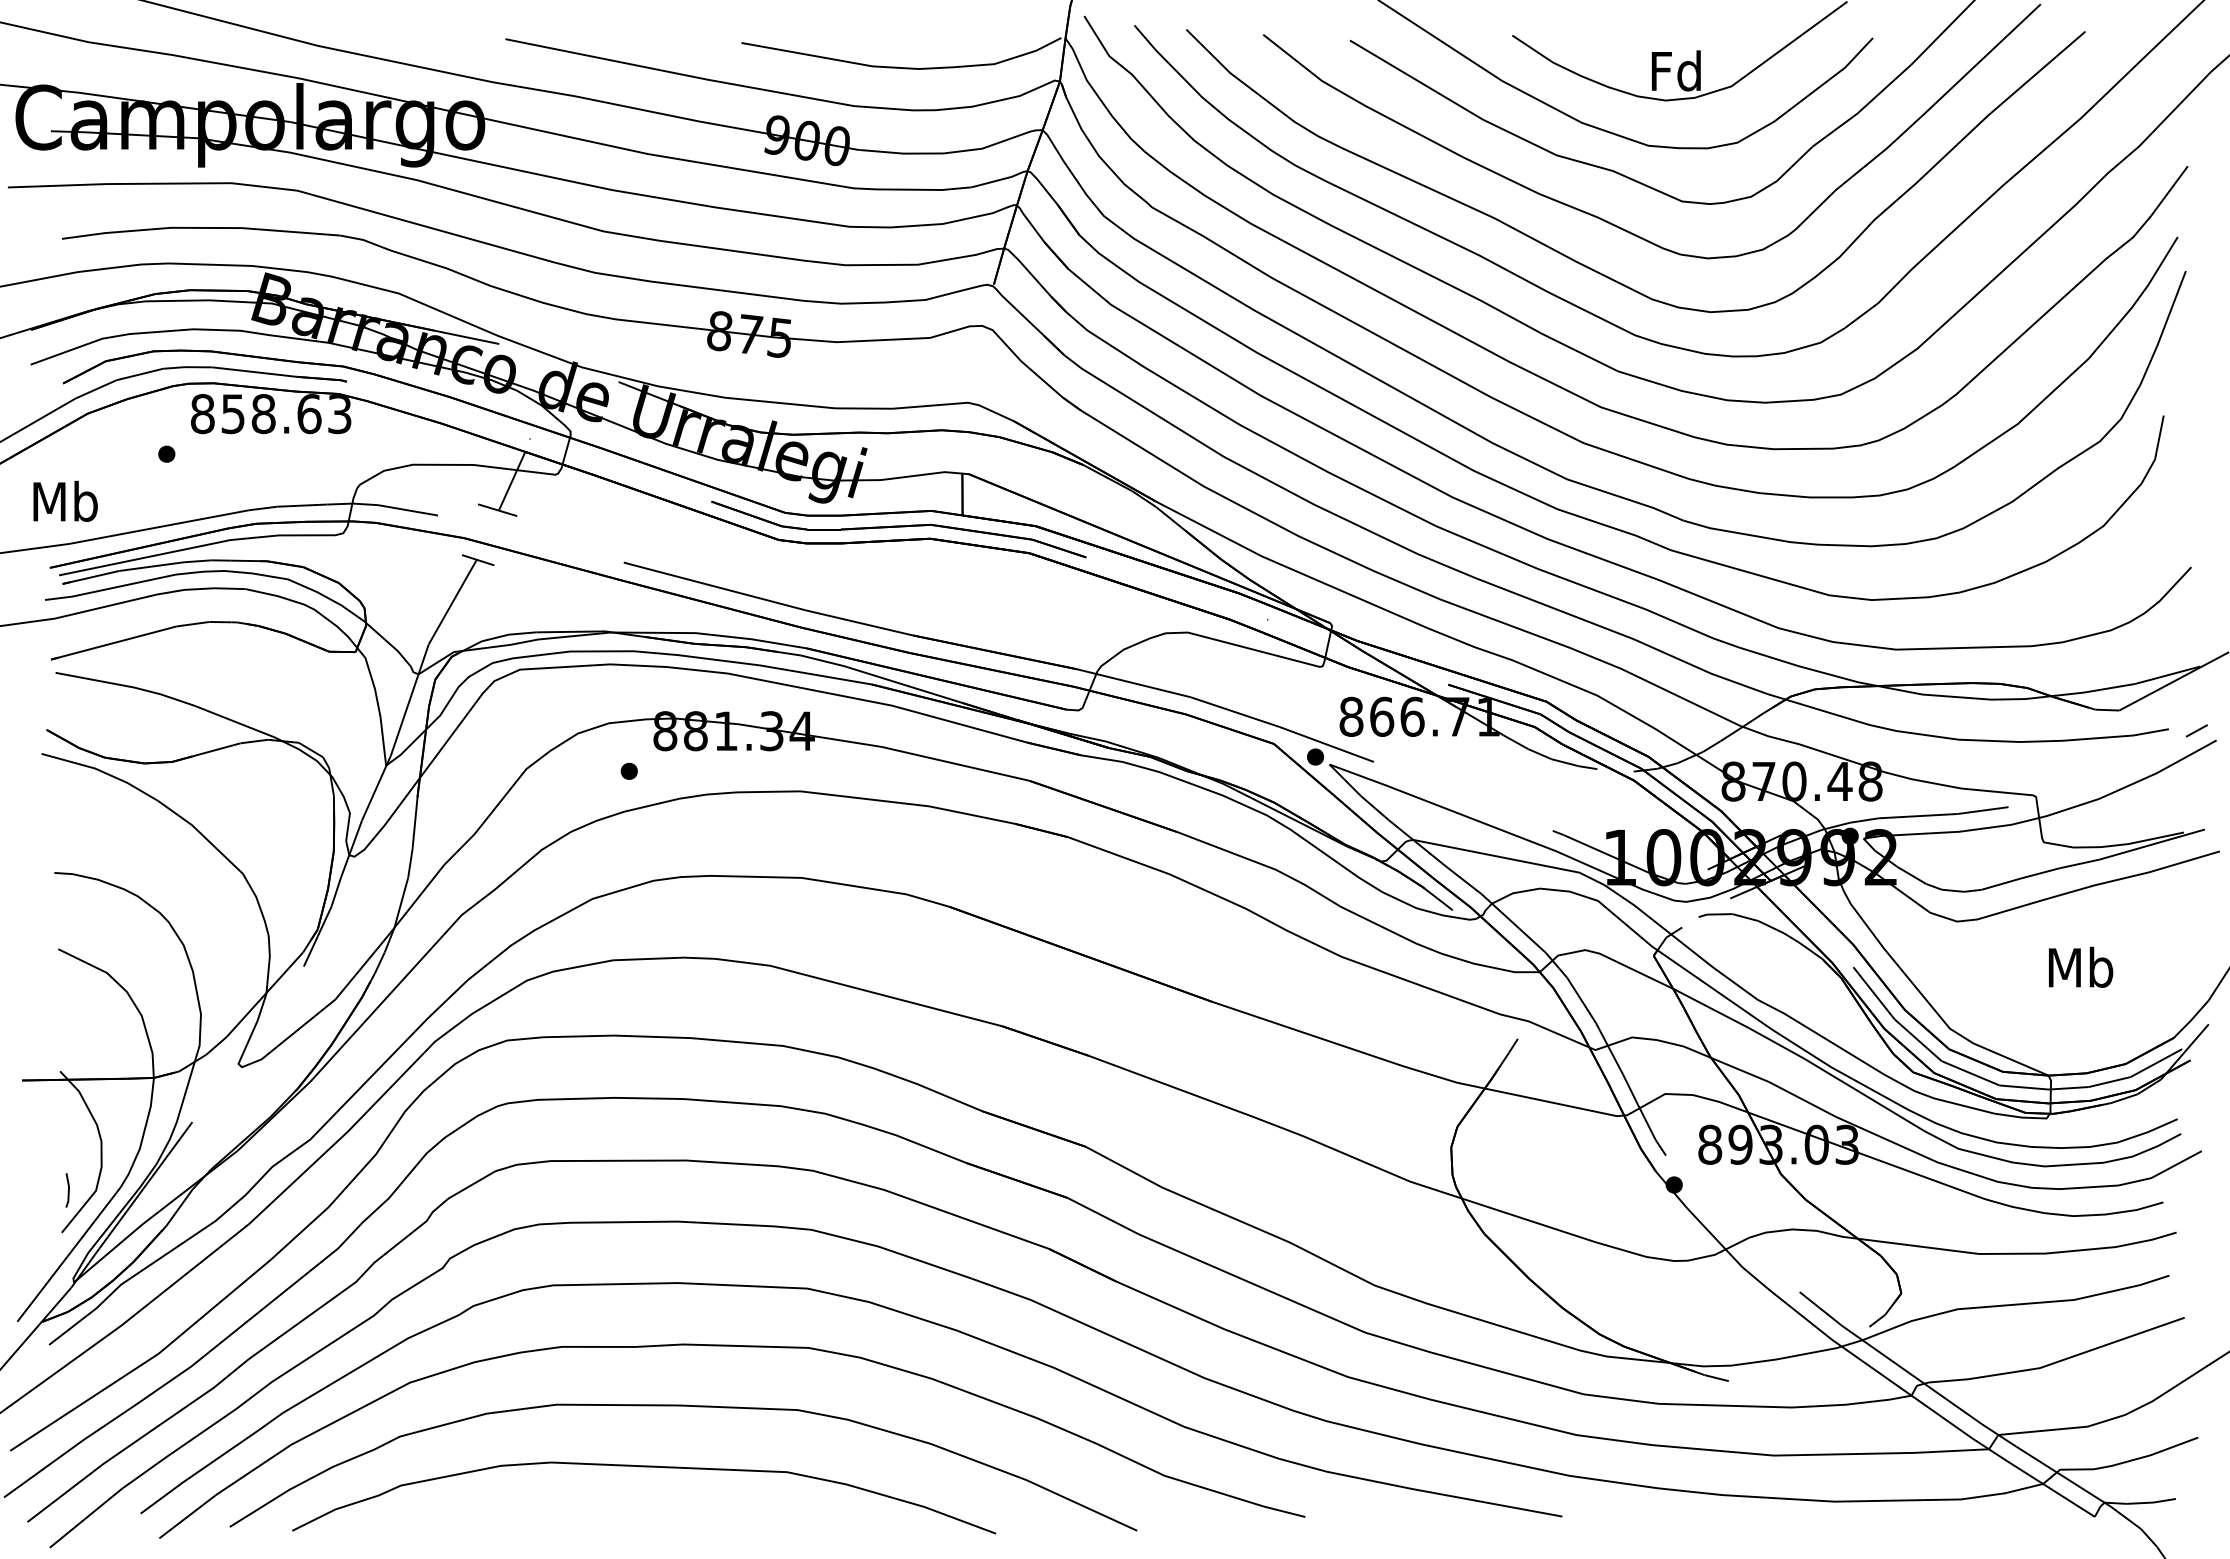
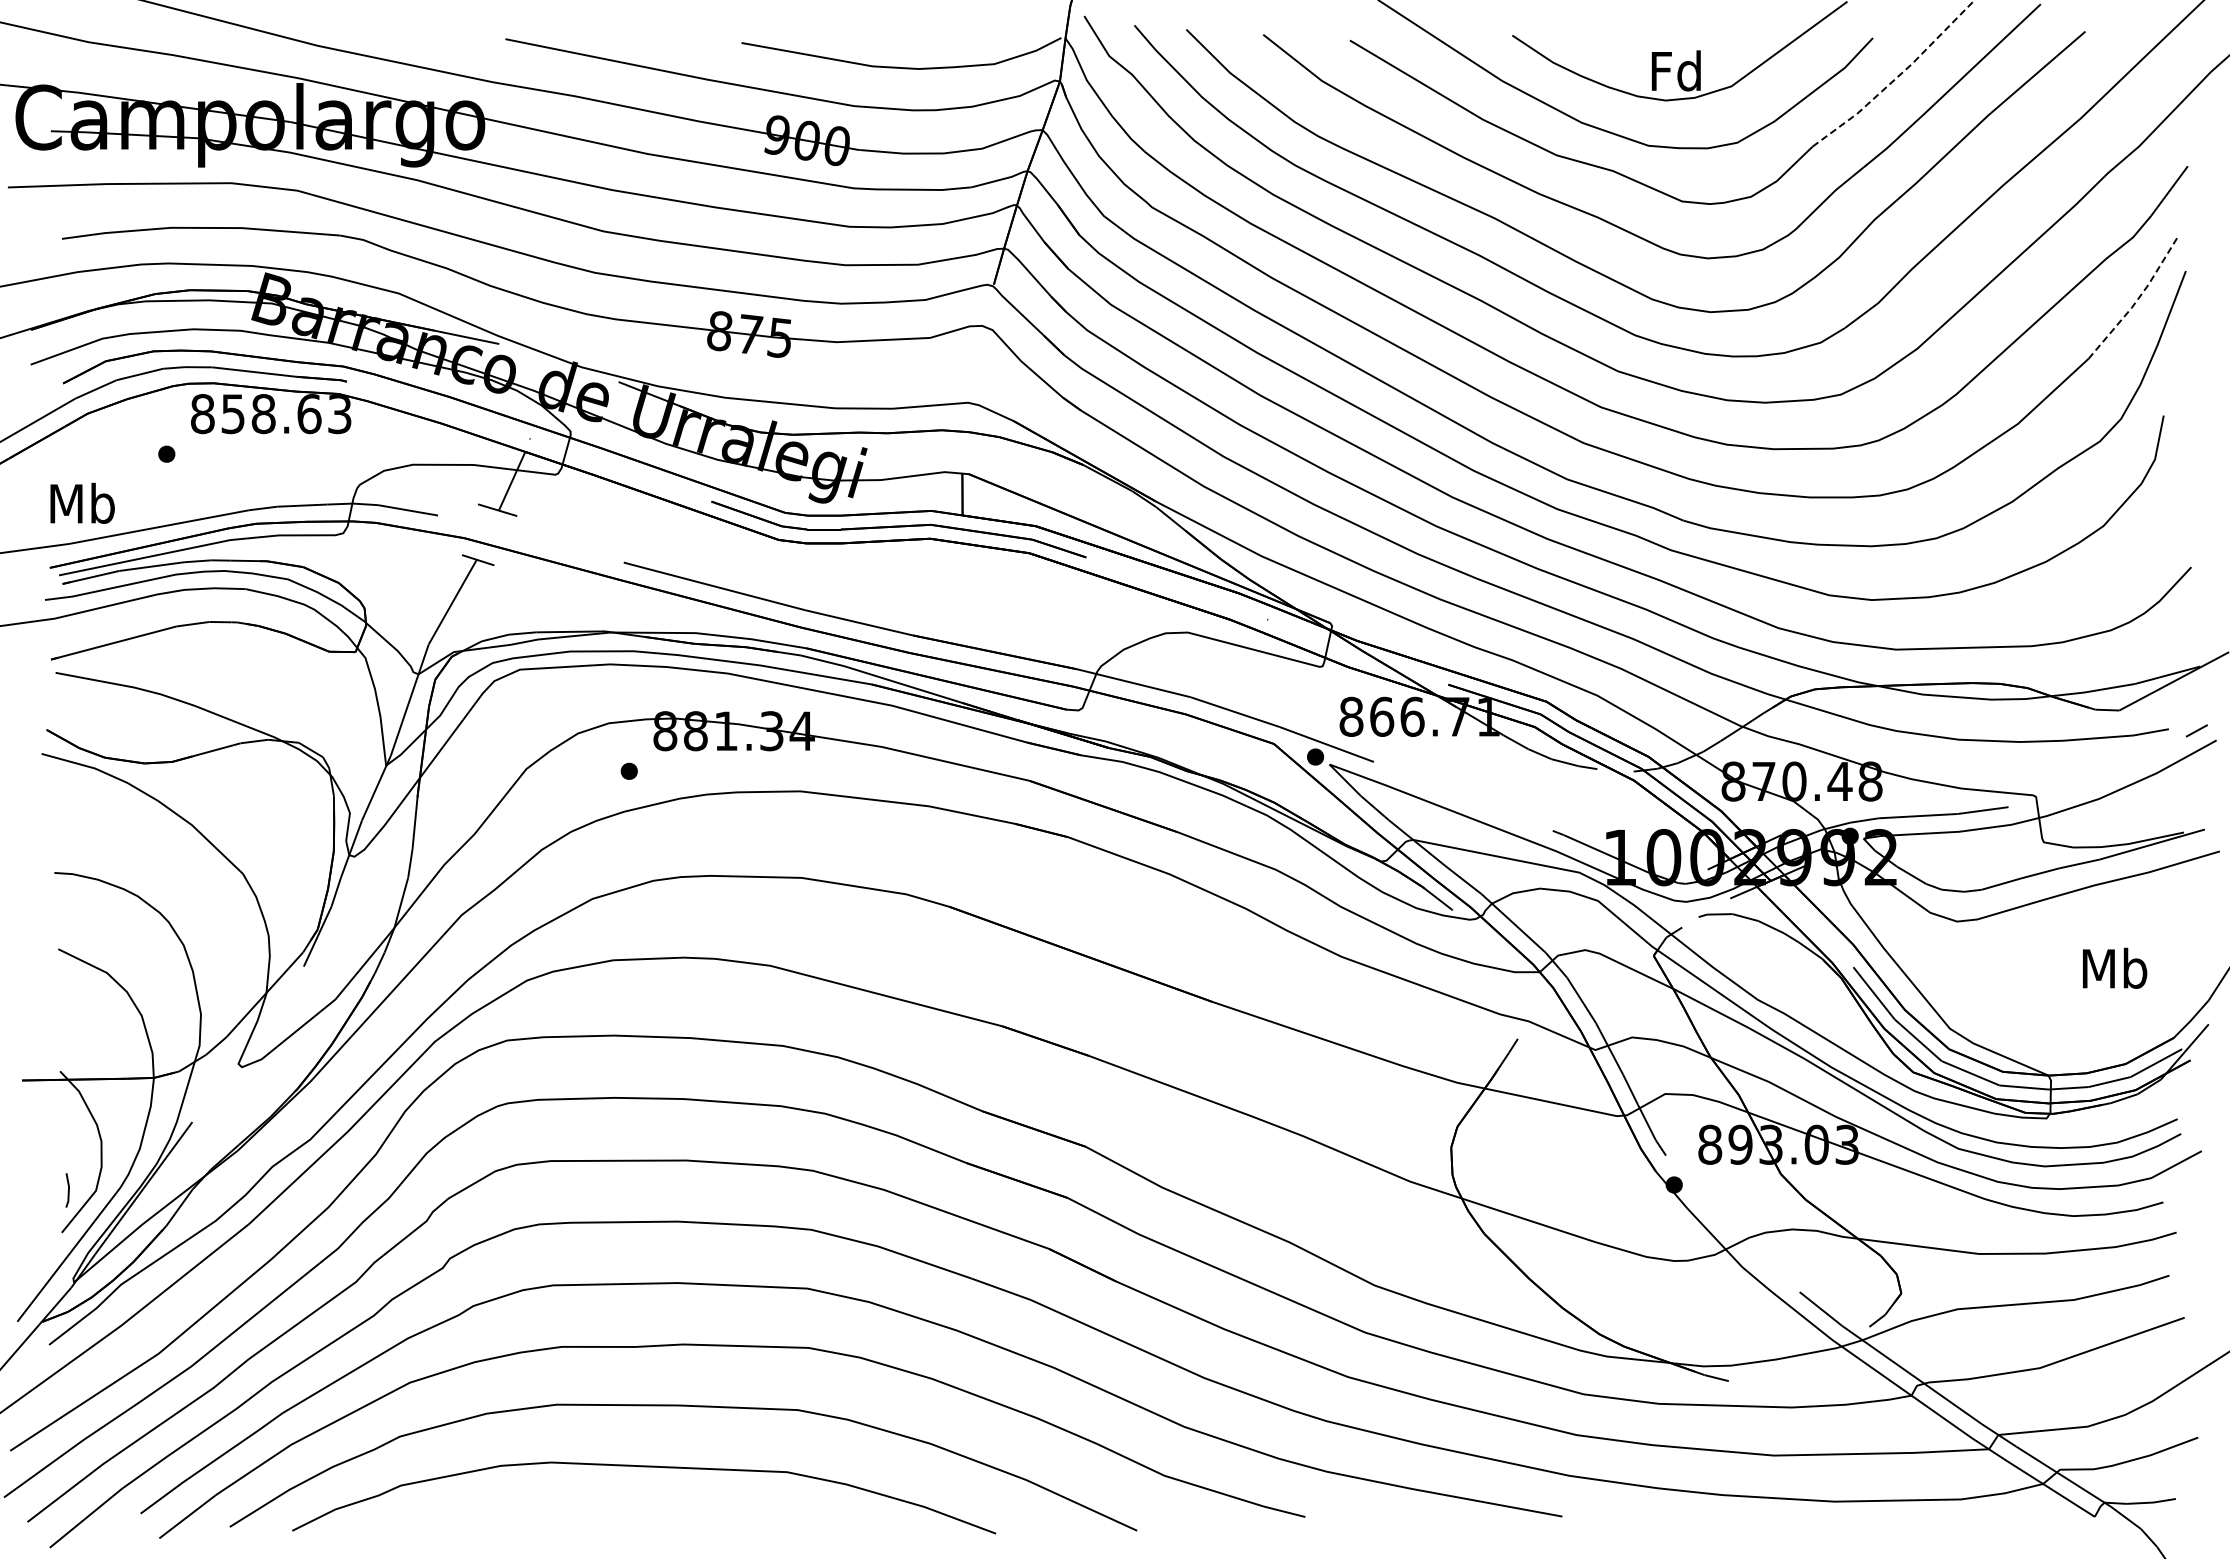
line at (1897, 77): solid -> dashed
line at (2137, 300): solid -> dashed
text at (65, 500) position: (65, 500) -> (82, 502)
text at (2081, 966) position: (2081, 966) -> (2115, 967)
